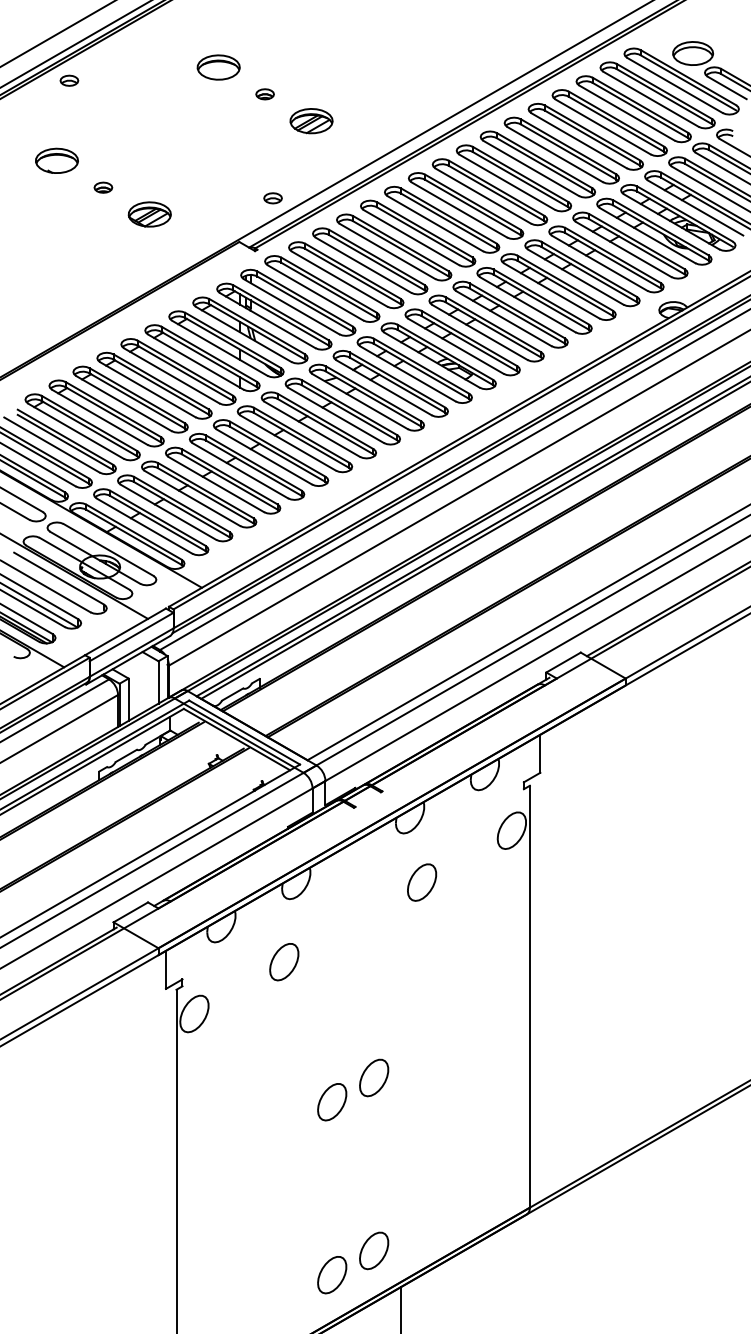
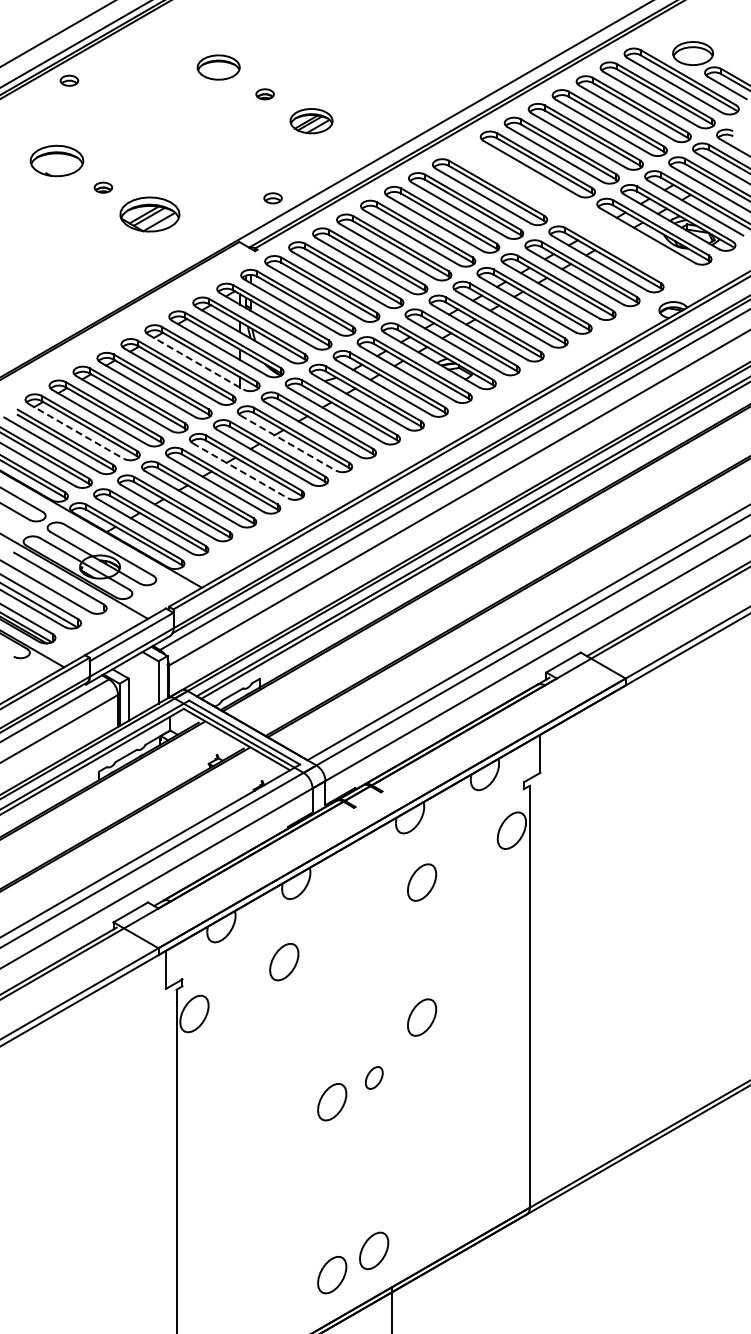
part at (56, 160) size: 44x27 px -> 56x34 px
part at (571, 211): present -> none
part at (149, 214) size: 45x27 px -> 62x37 px
line at (196, 362): solid -> dashed
line at (76, 431): solid -> dashed
line at (288, 443): solid -> dashed
line at (240, 471): solid -> dashed
part at (422, 1017): none -> present
part at (374, 1077) size: 31x40 px -> 20x24 px
line at (401, 1308) position: (401, 1308) -> (392, 1308)
